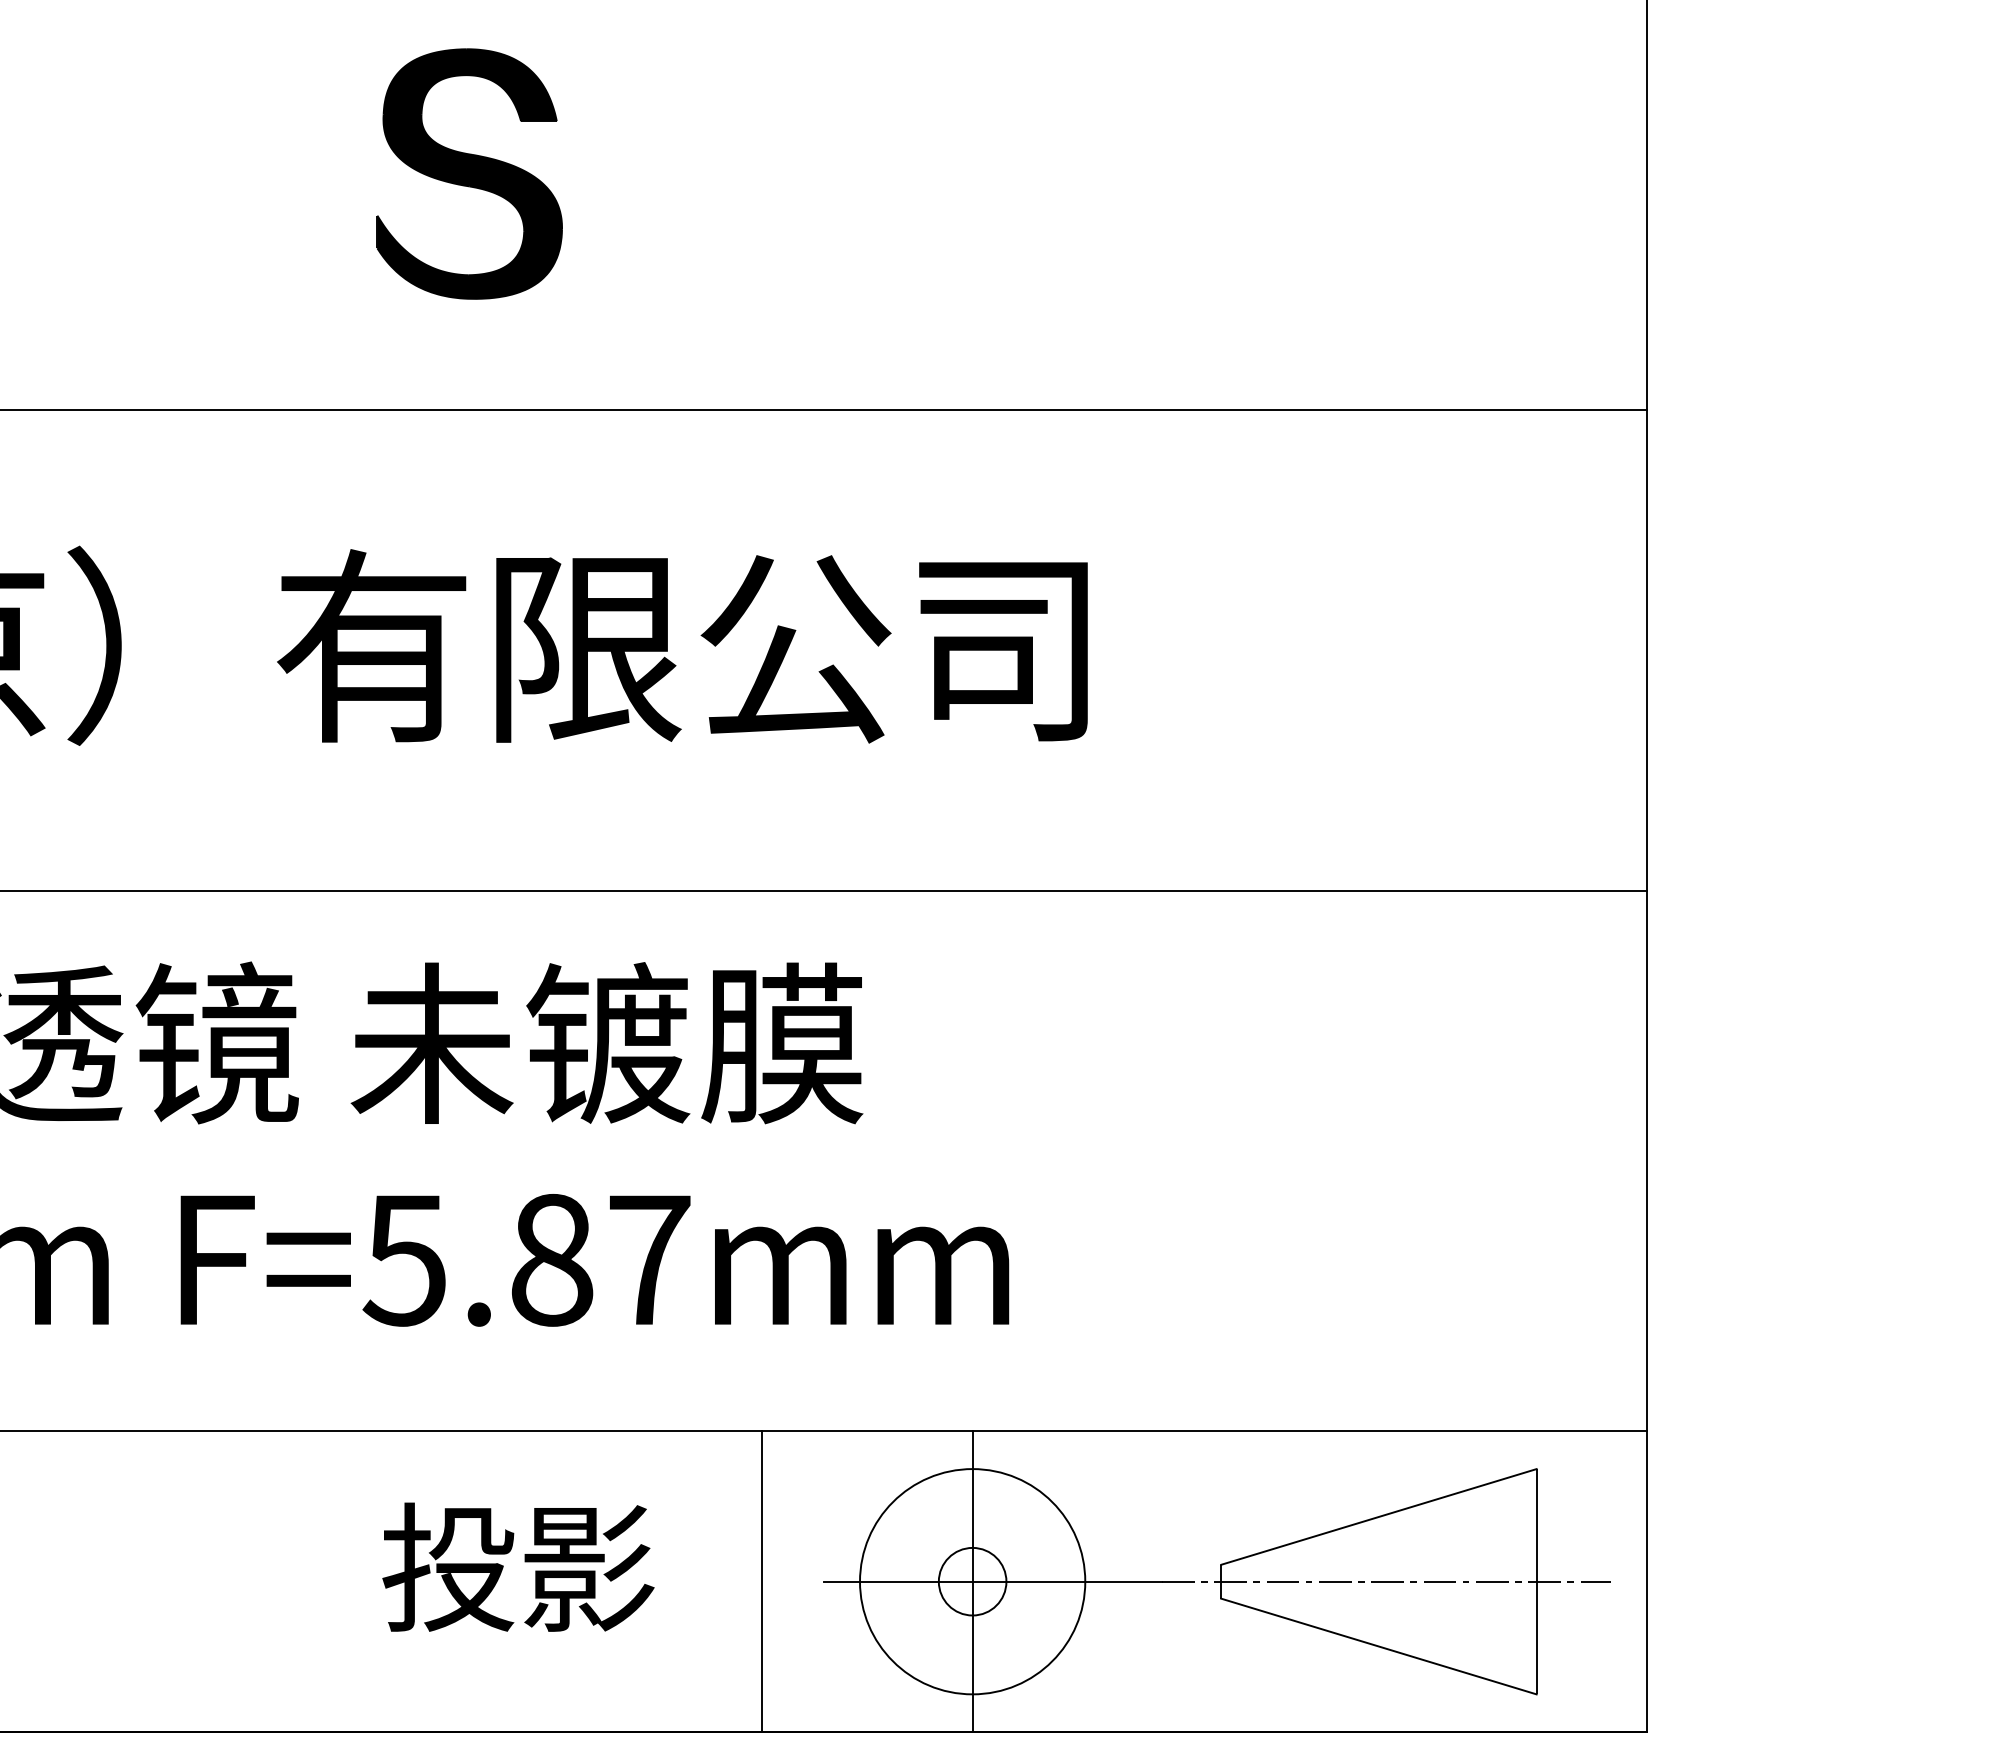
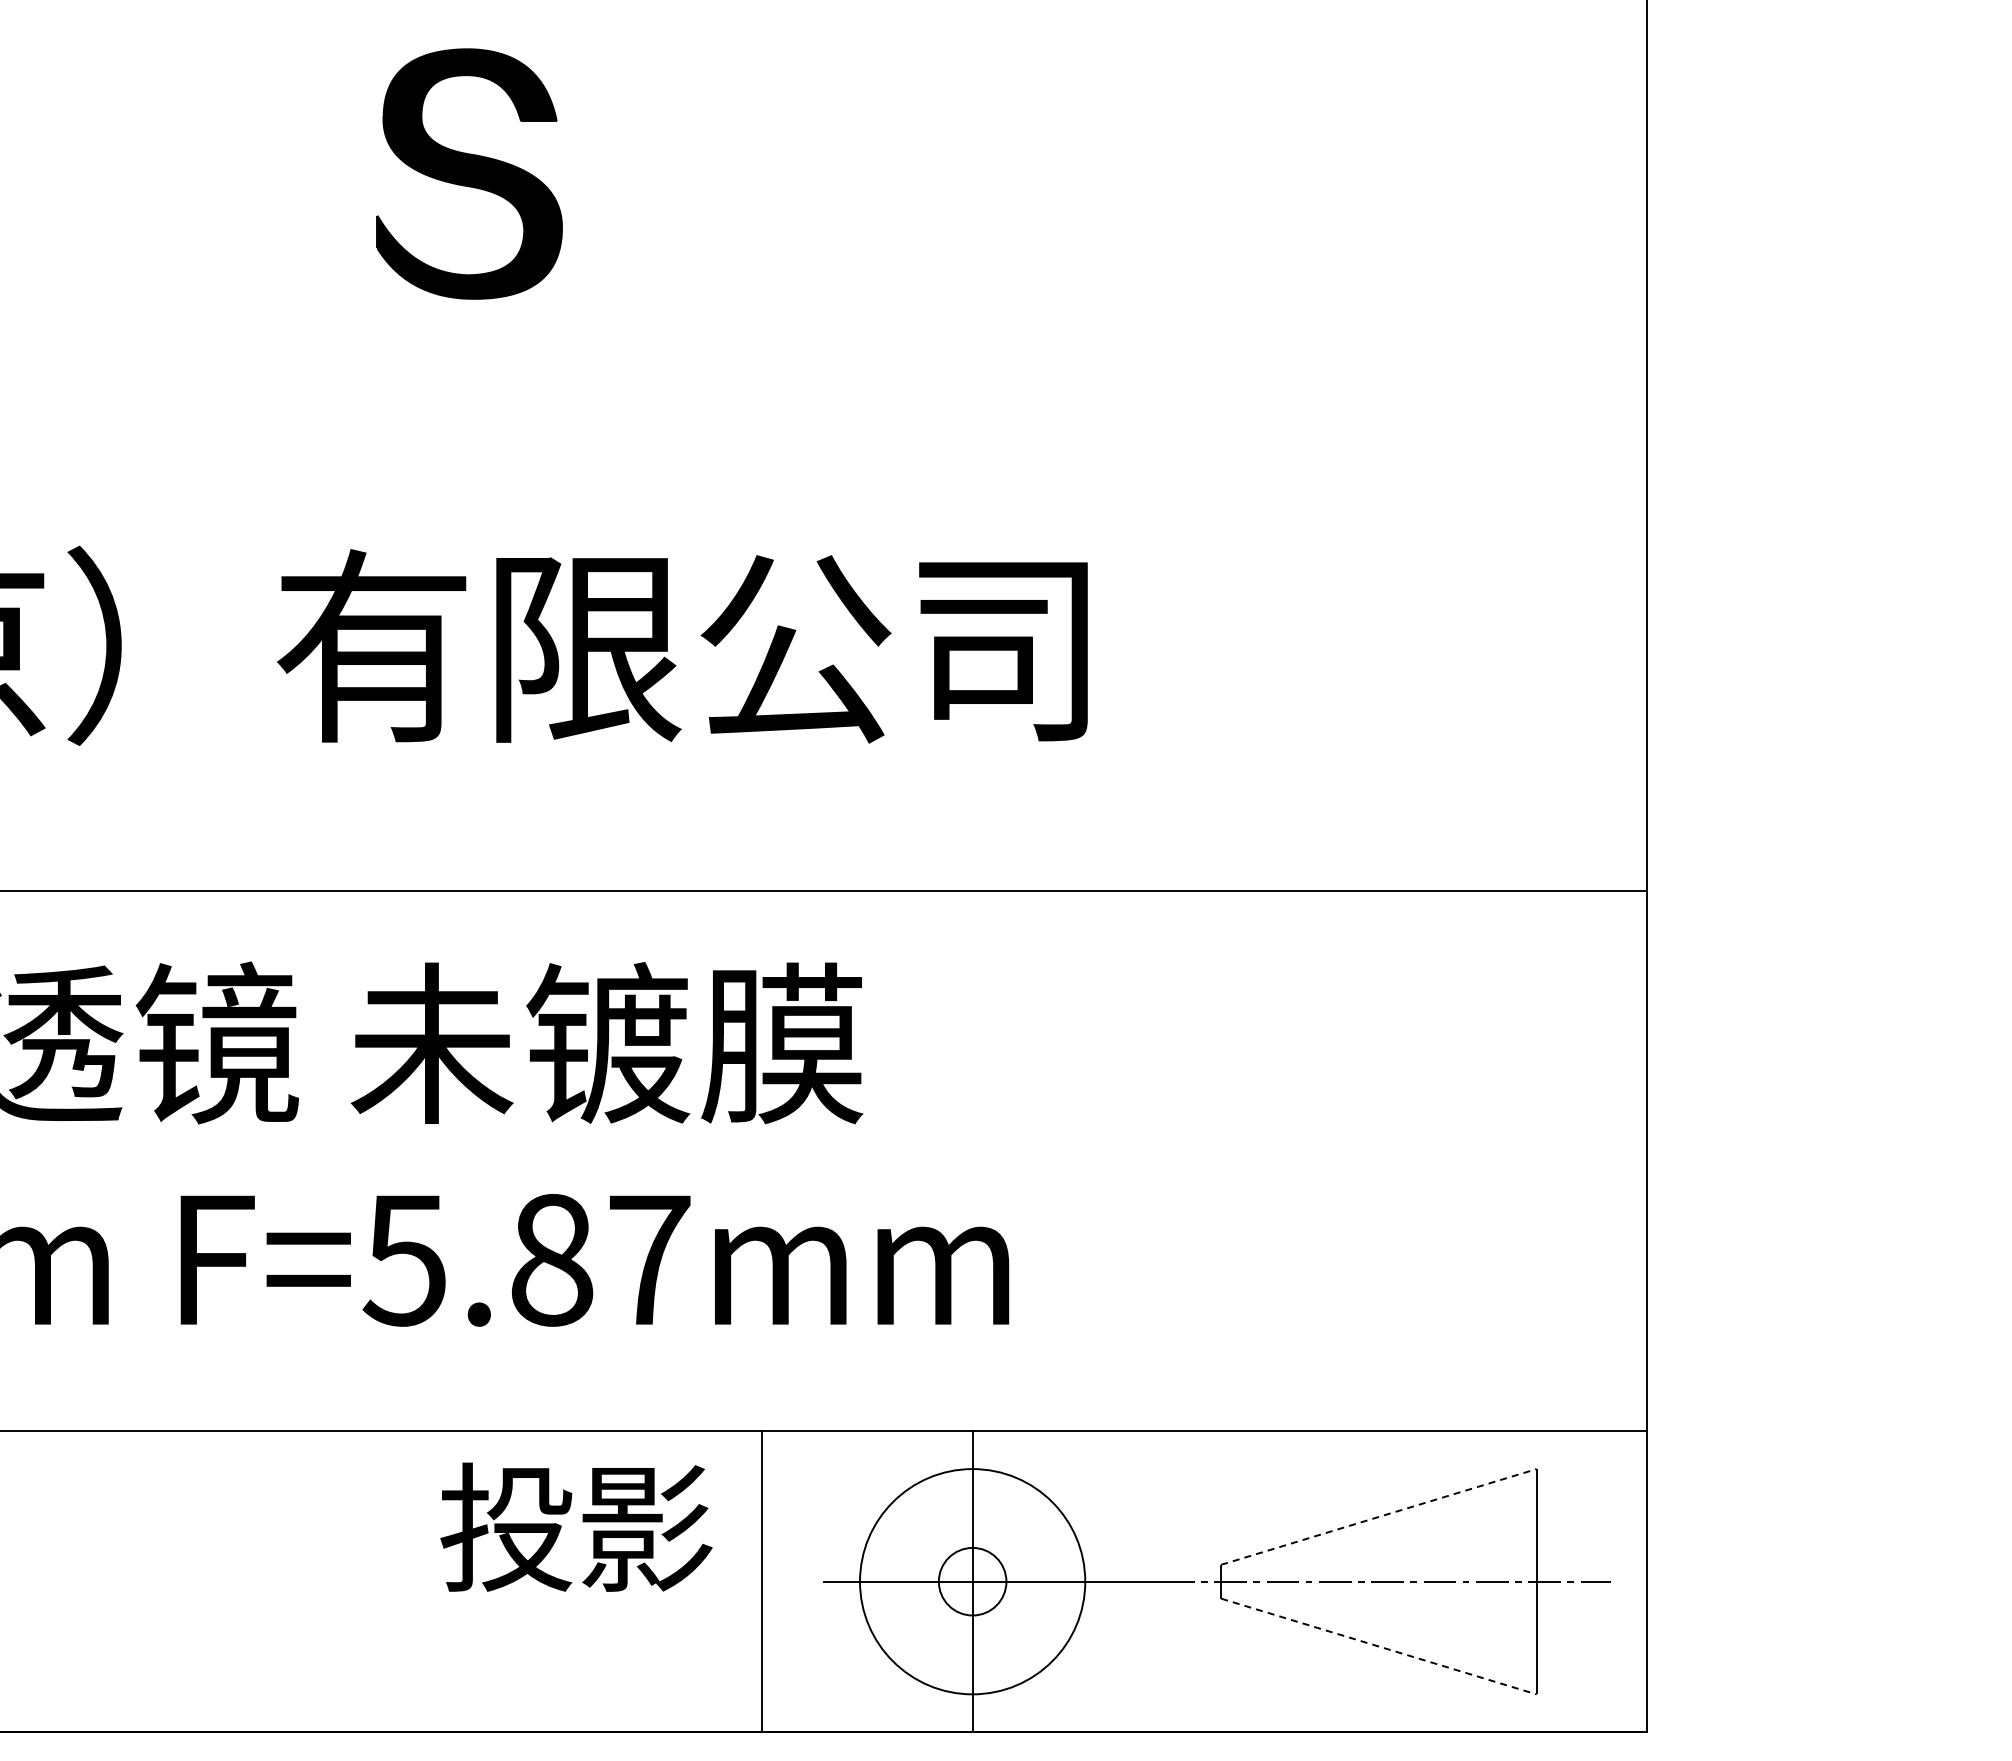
line at (824, 410): present -> none
line at (1378, 1516): solid -> dashed
text at (518, 1566) position: (518, 1566) -> (576, 1526)
line at (1378, 1646): solid -> dashed
